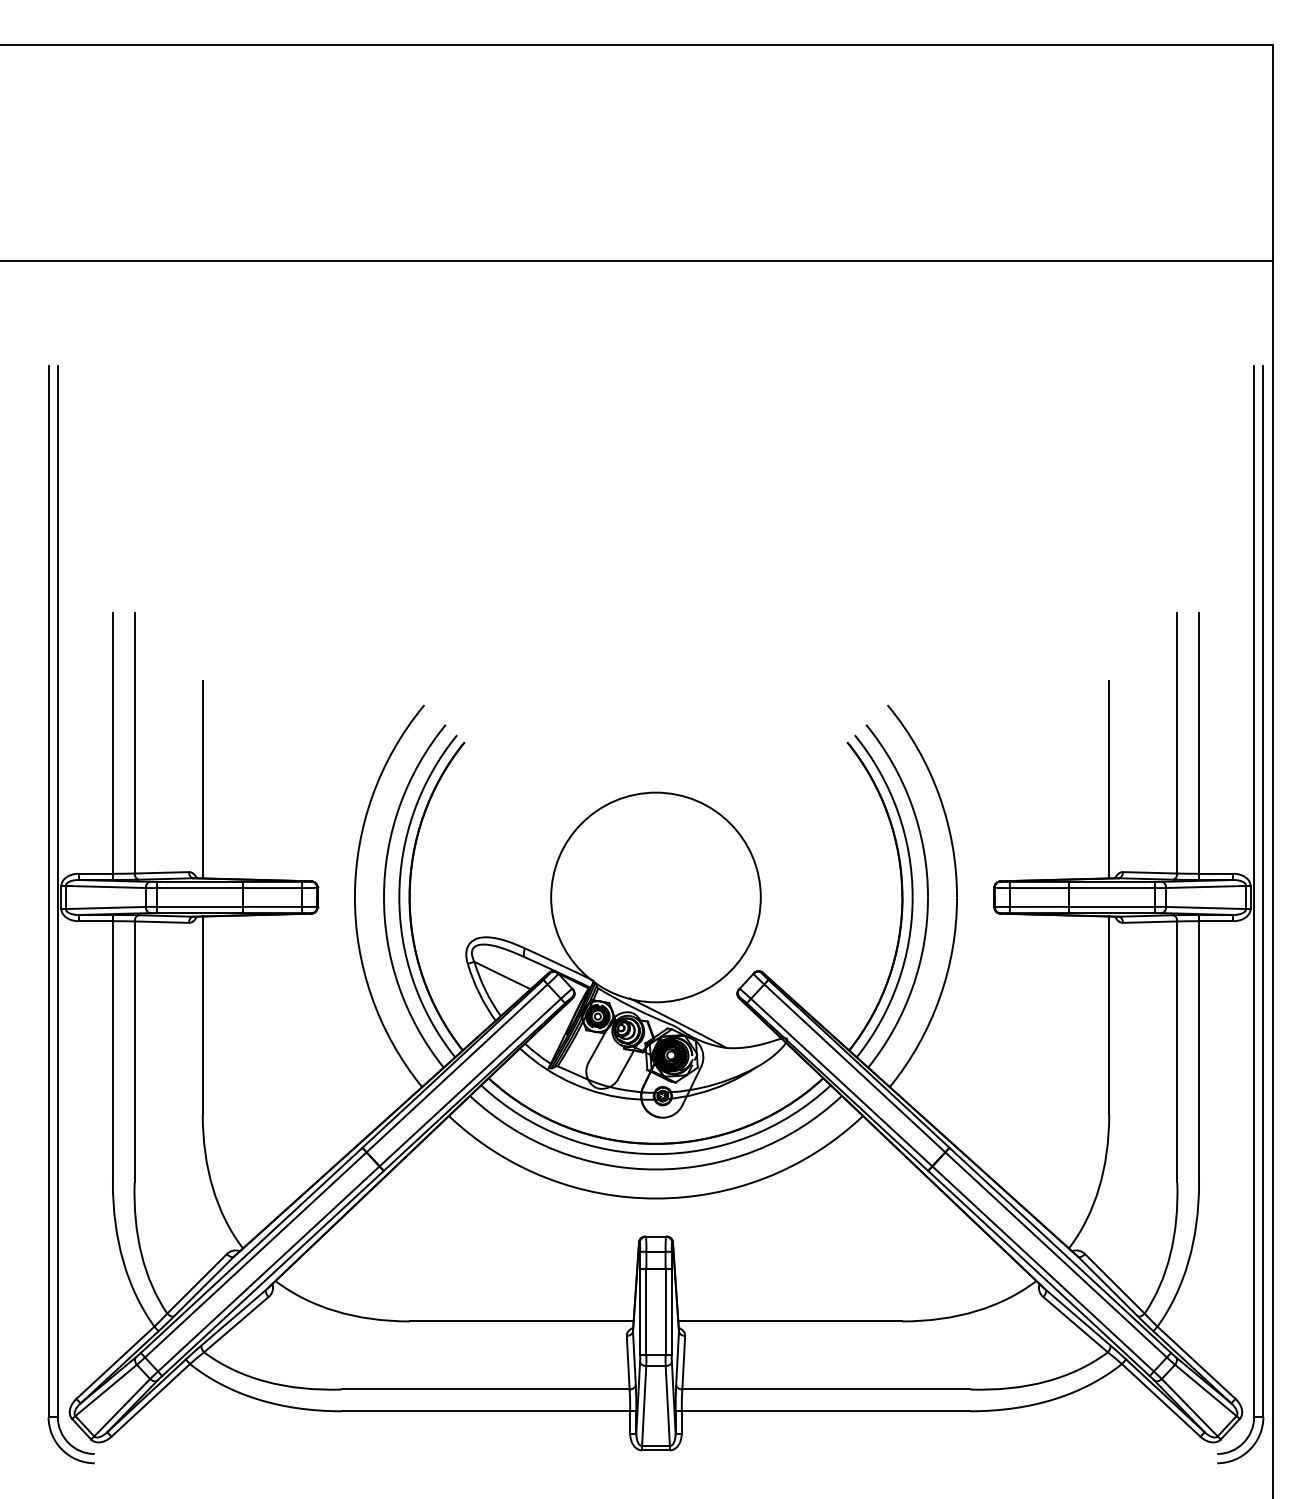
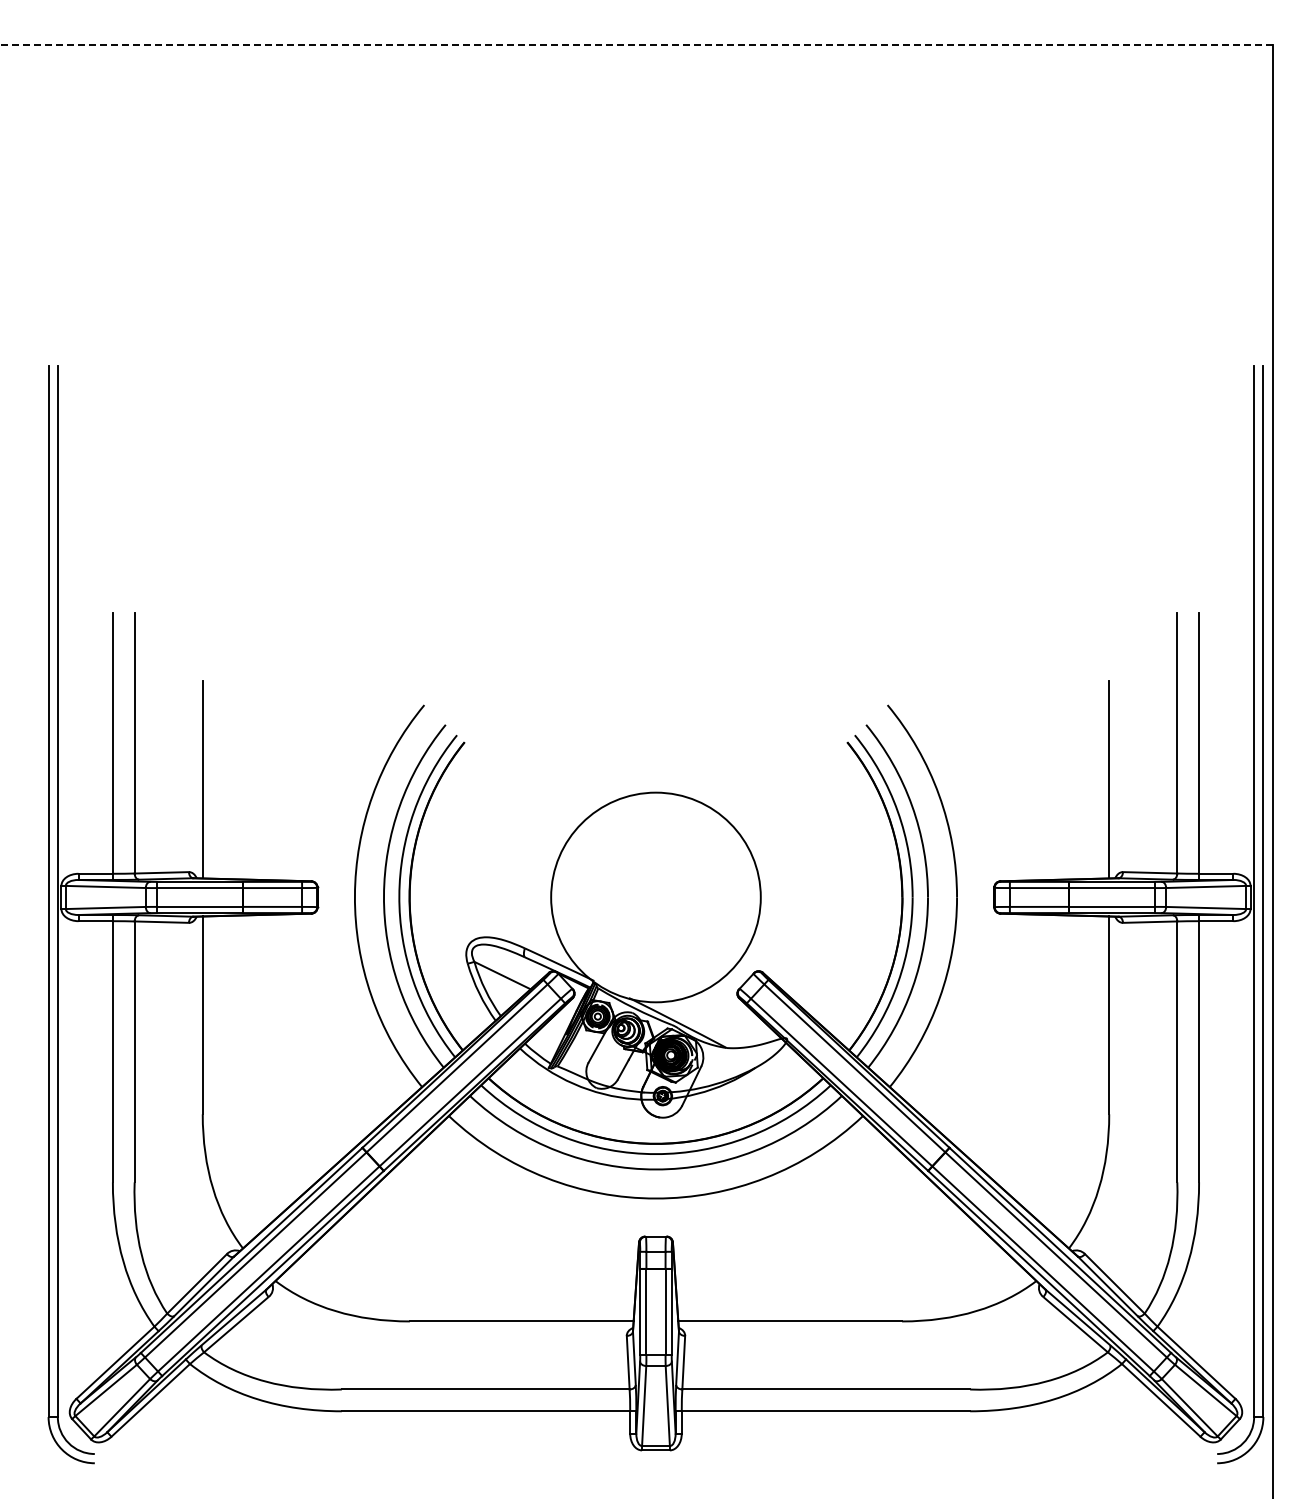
line at (636, 44): solid -> dashed
line at (637, 260): present -> none
